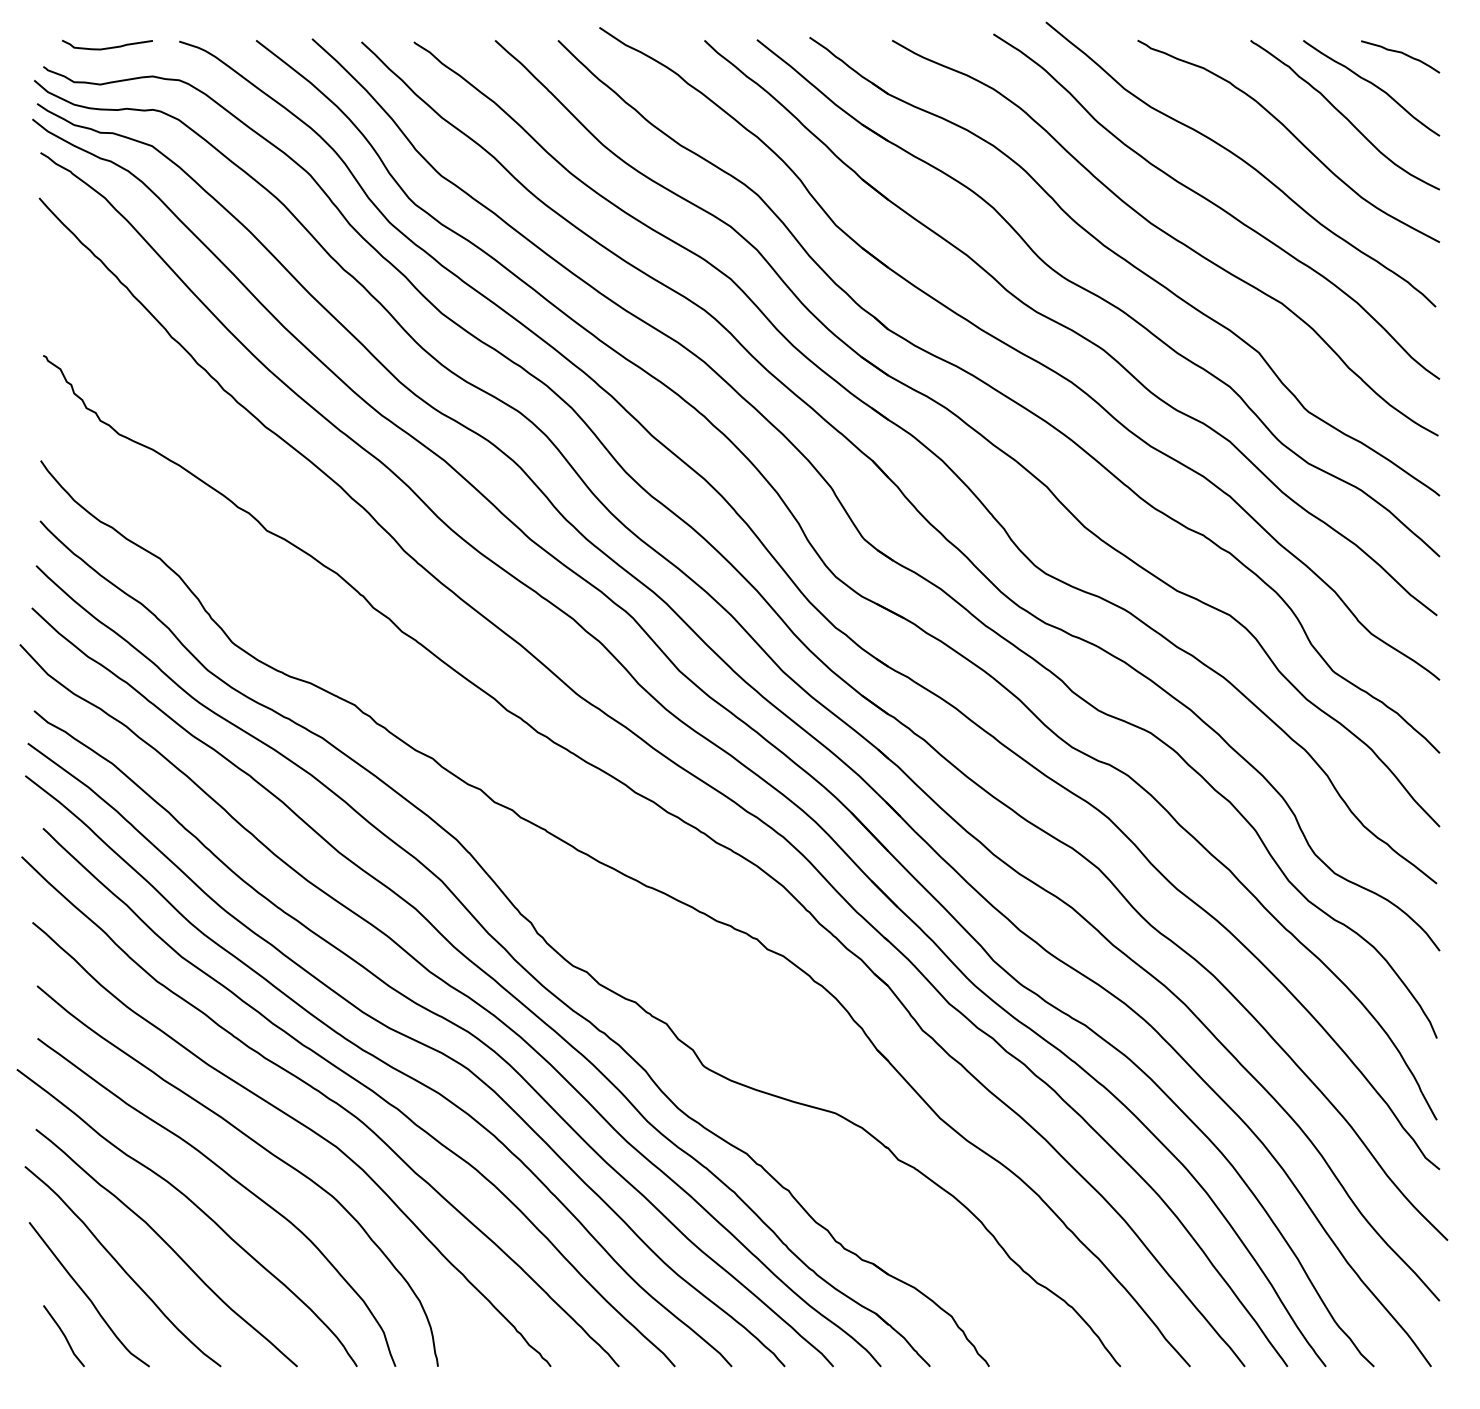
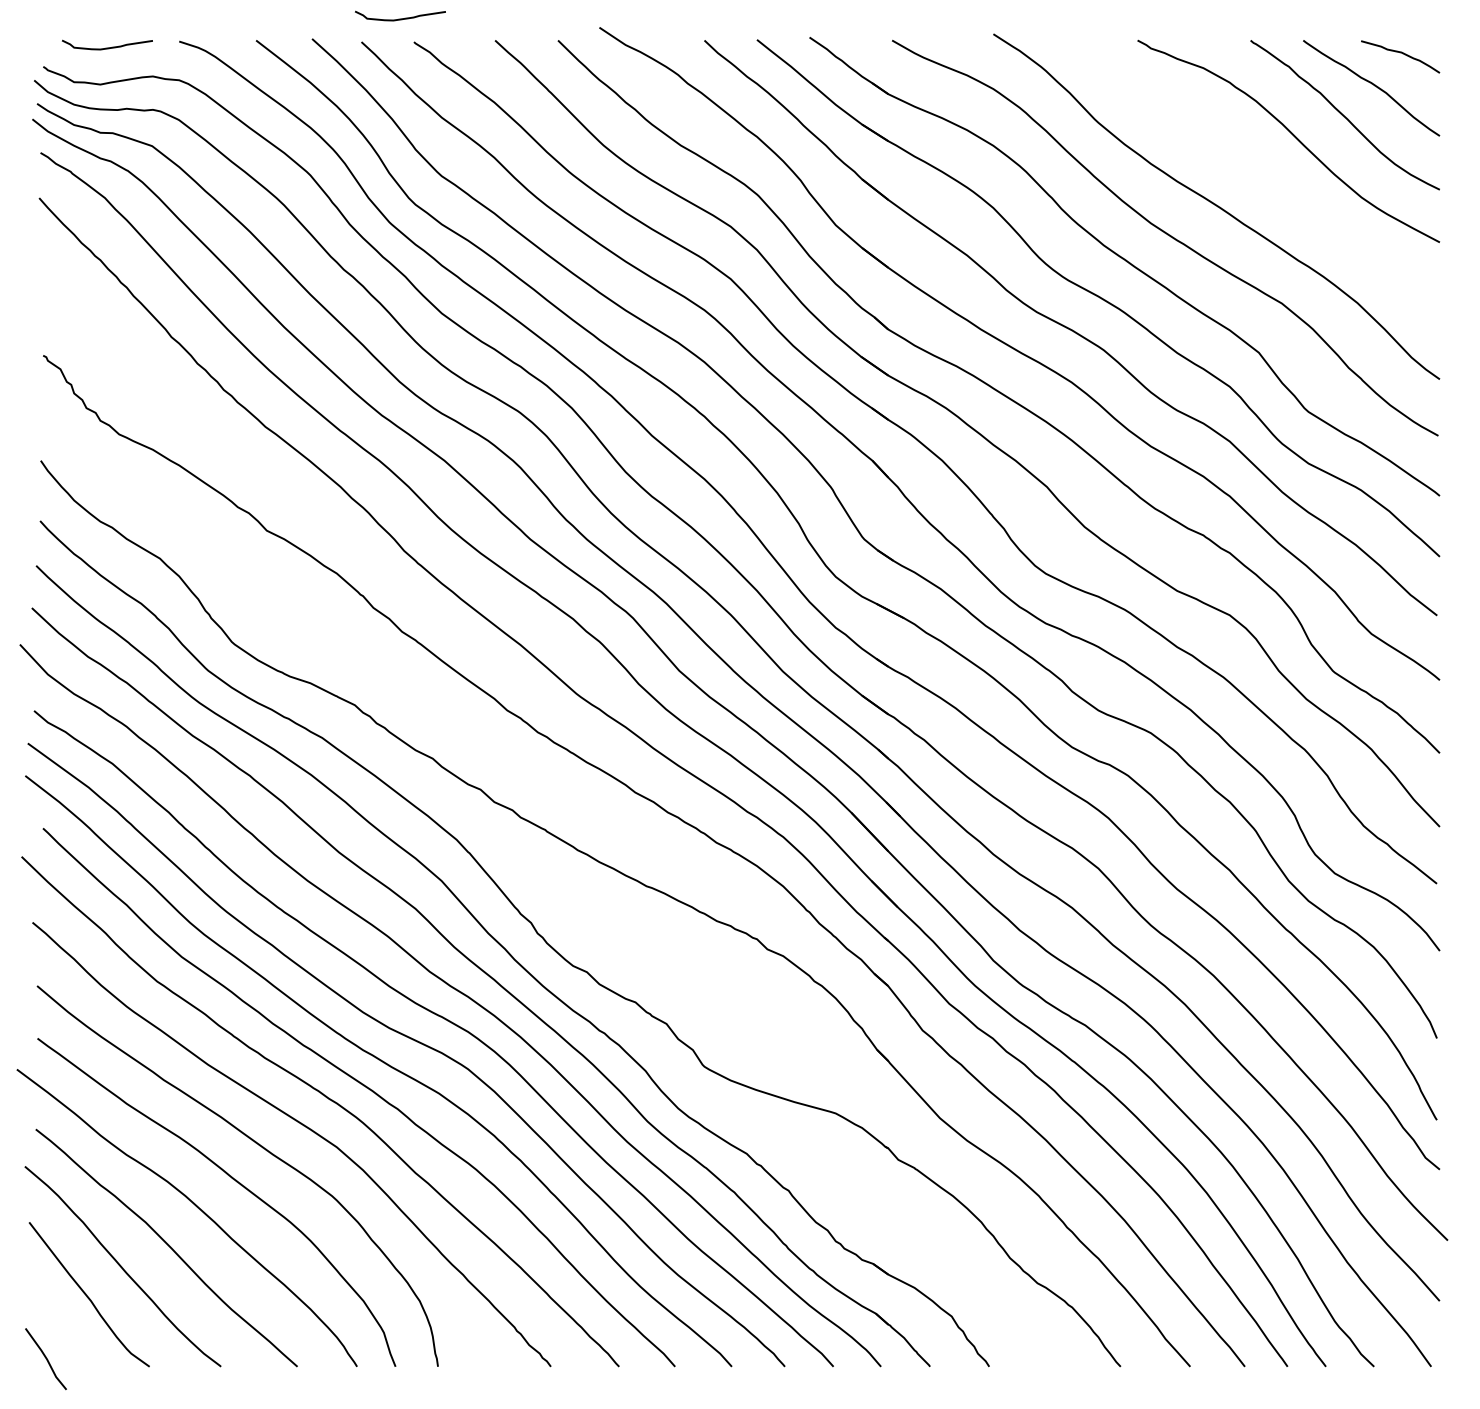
curve at (400, 18): none -> present
curve at (1242, 161): present -> none
line at (63, 1335) position: (63, 1335) -> (45, 1358)
